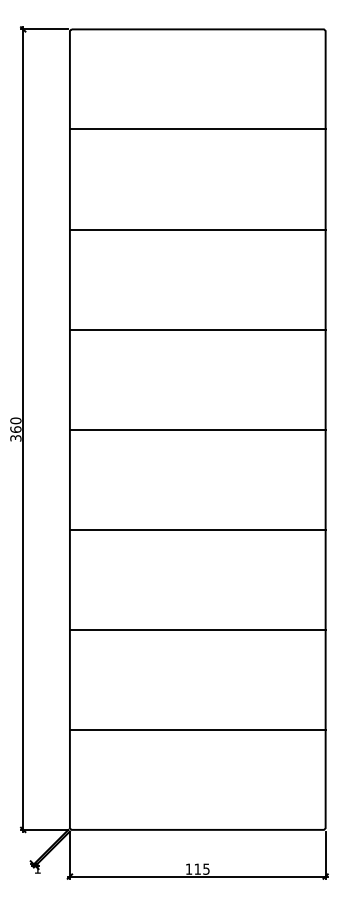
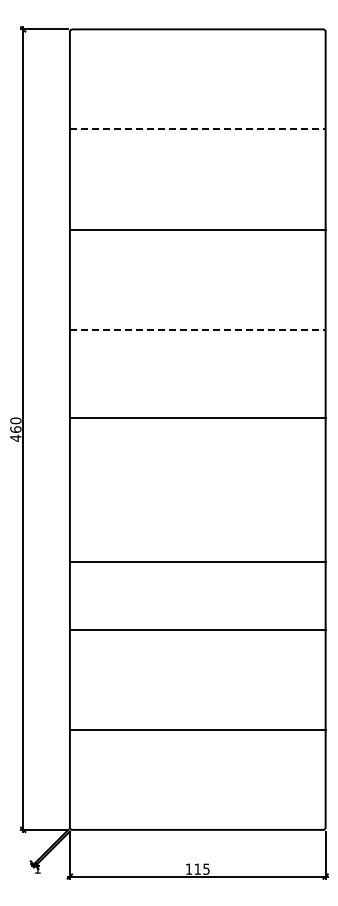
line at (197, 129): solid -> dashed
line at (197, 329): solid -> dashed
line at (197, 429) position: (197, 429) -> (197, 417)
text at (15, 437): 360 -> 460
line at (197, 529) position: (197, 529) -> (197, 561)
